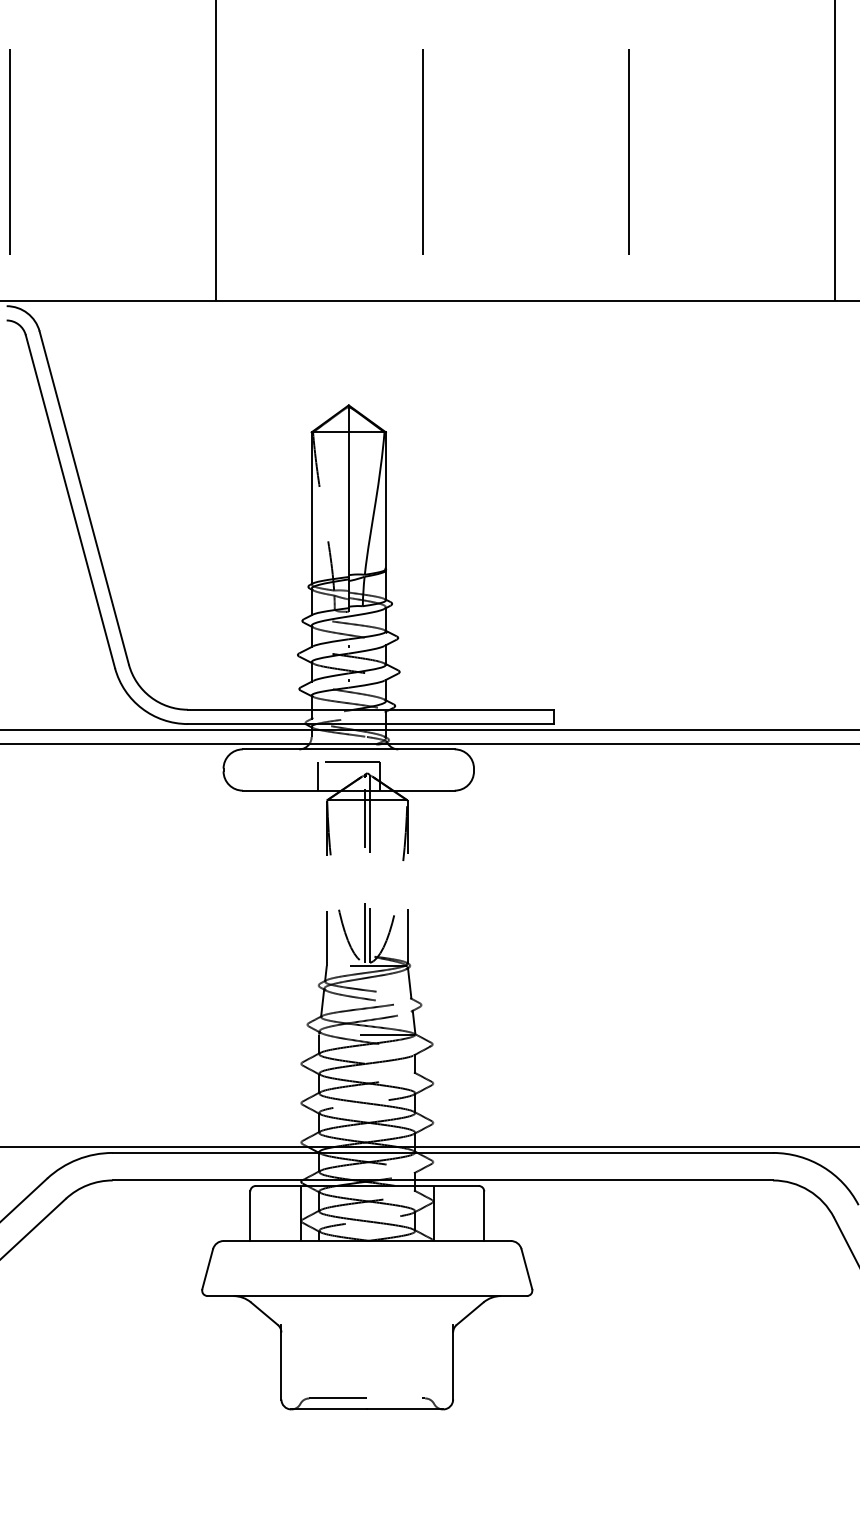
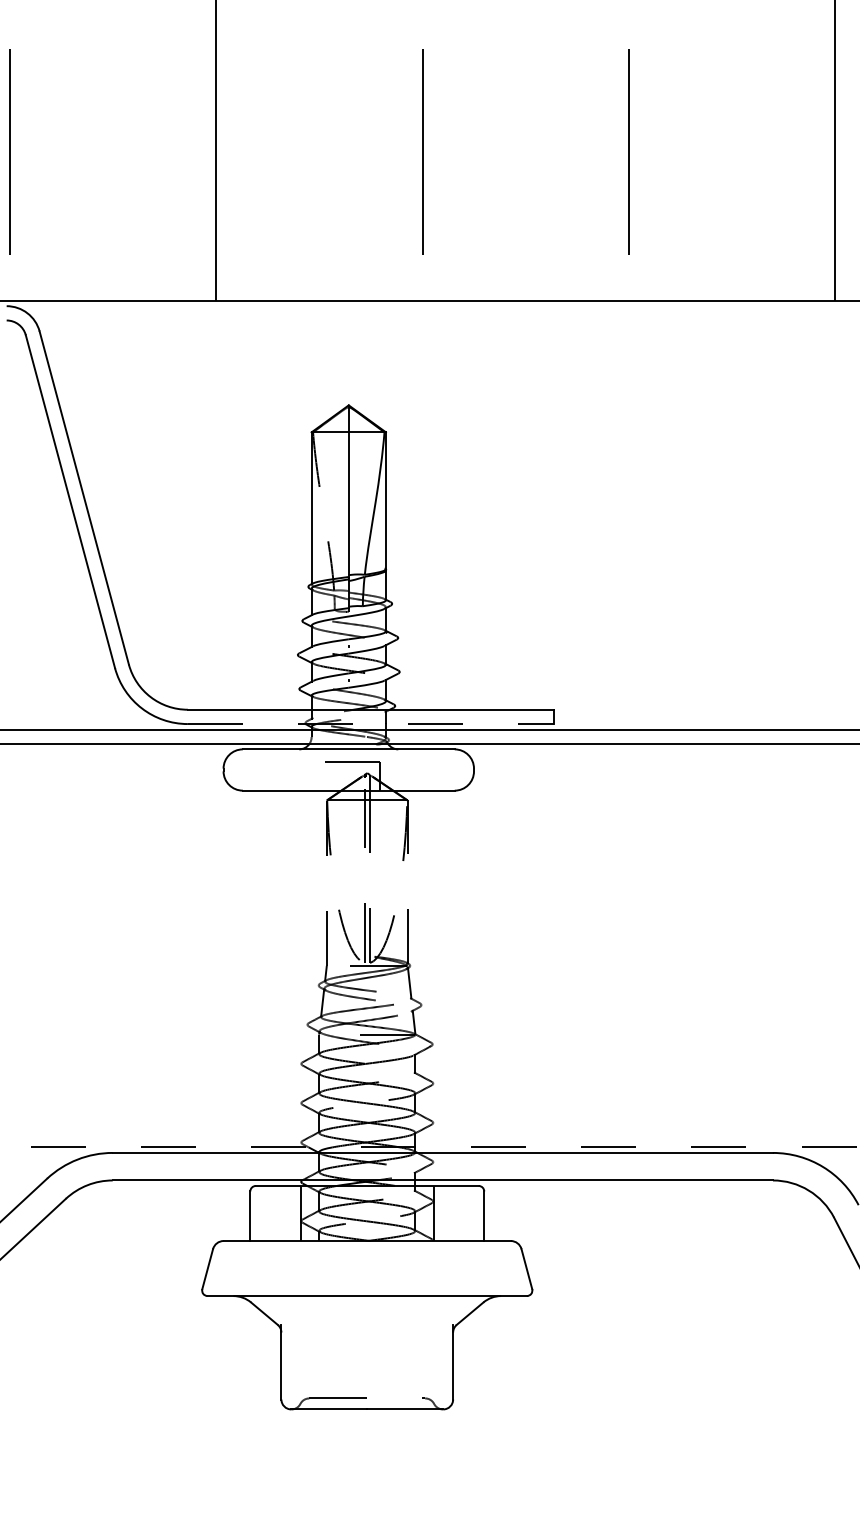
line at (370, 724): solid -> dashed
line at (317, 776): present -> none
line at (429, 1147): solid -> dashed
